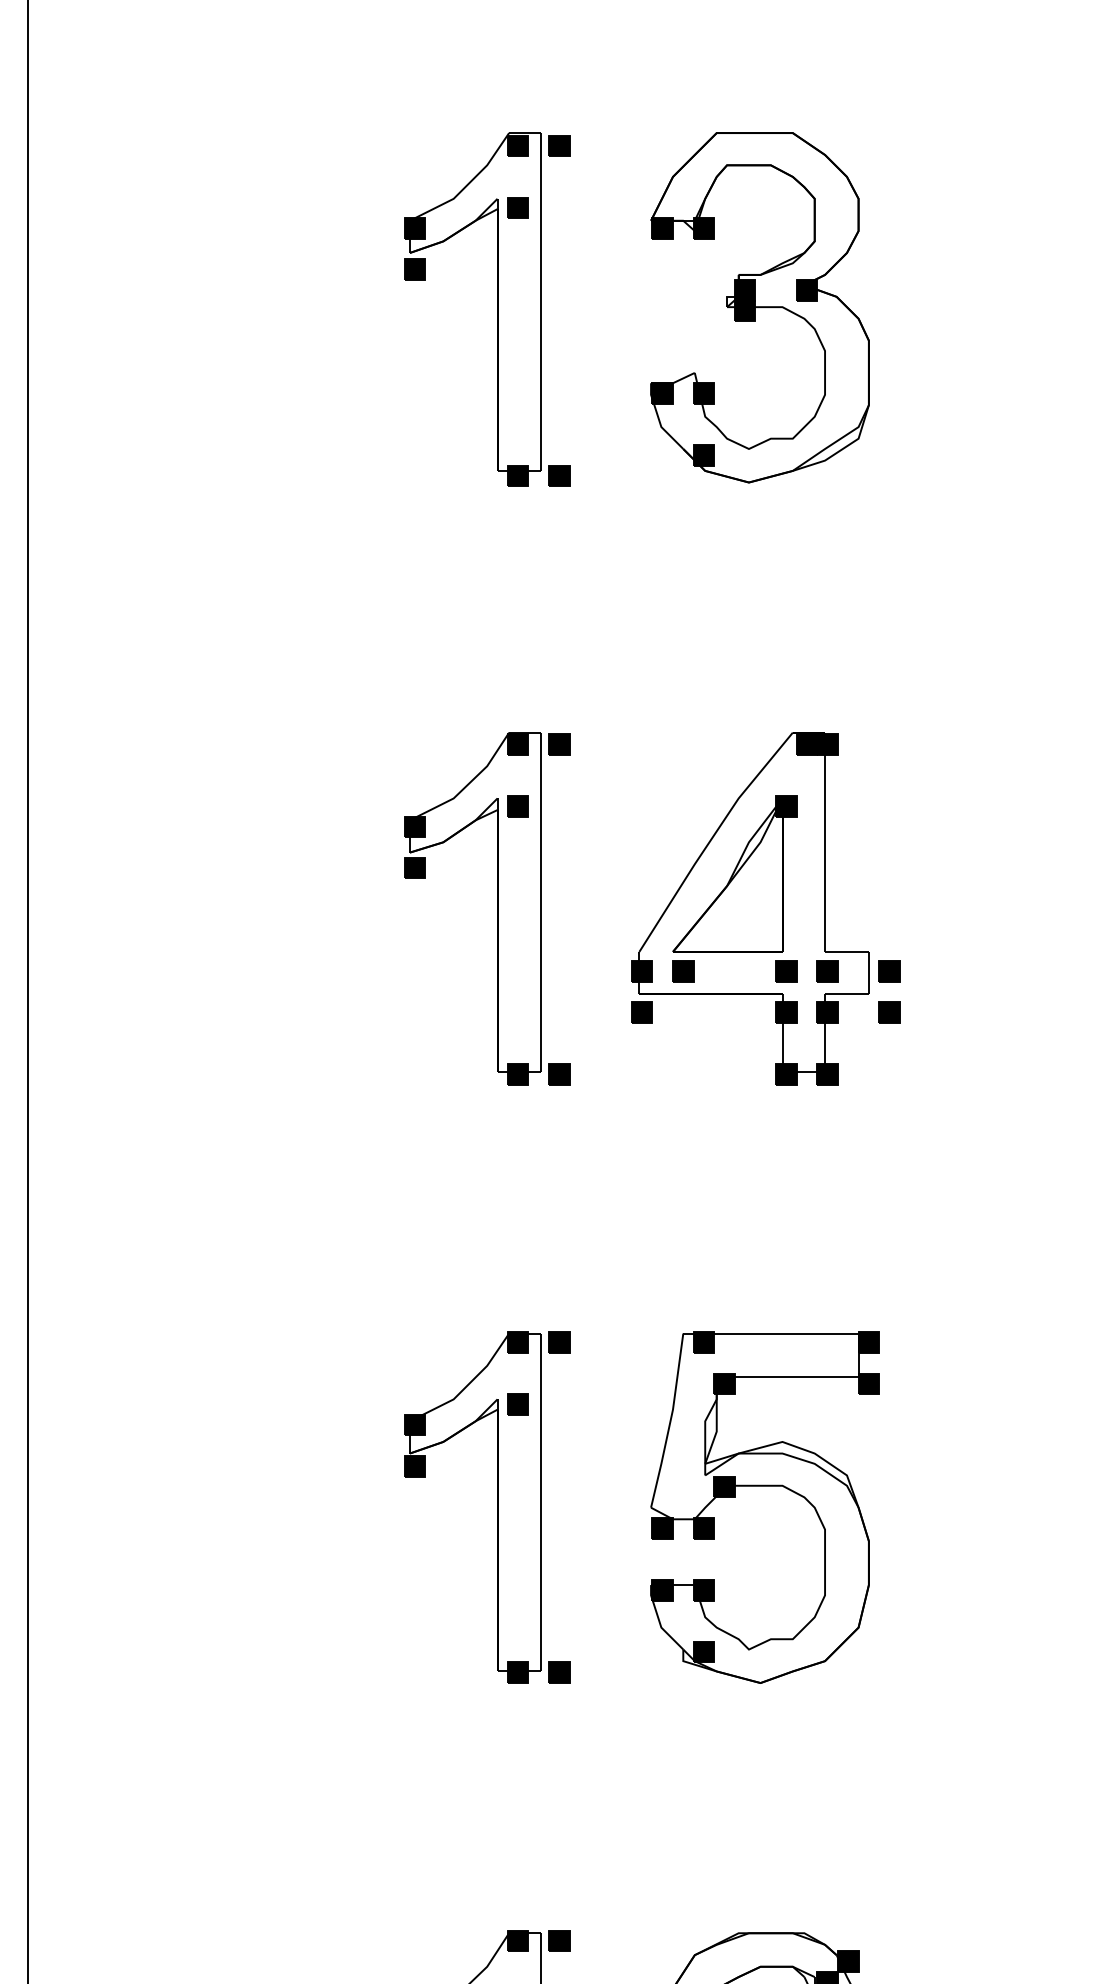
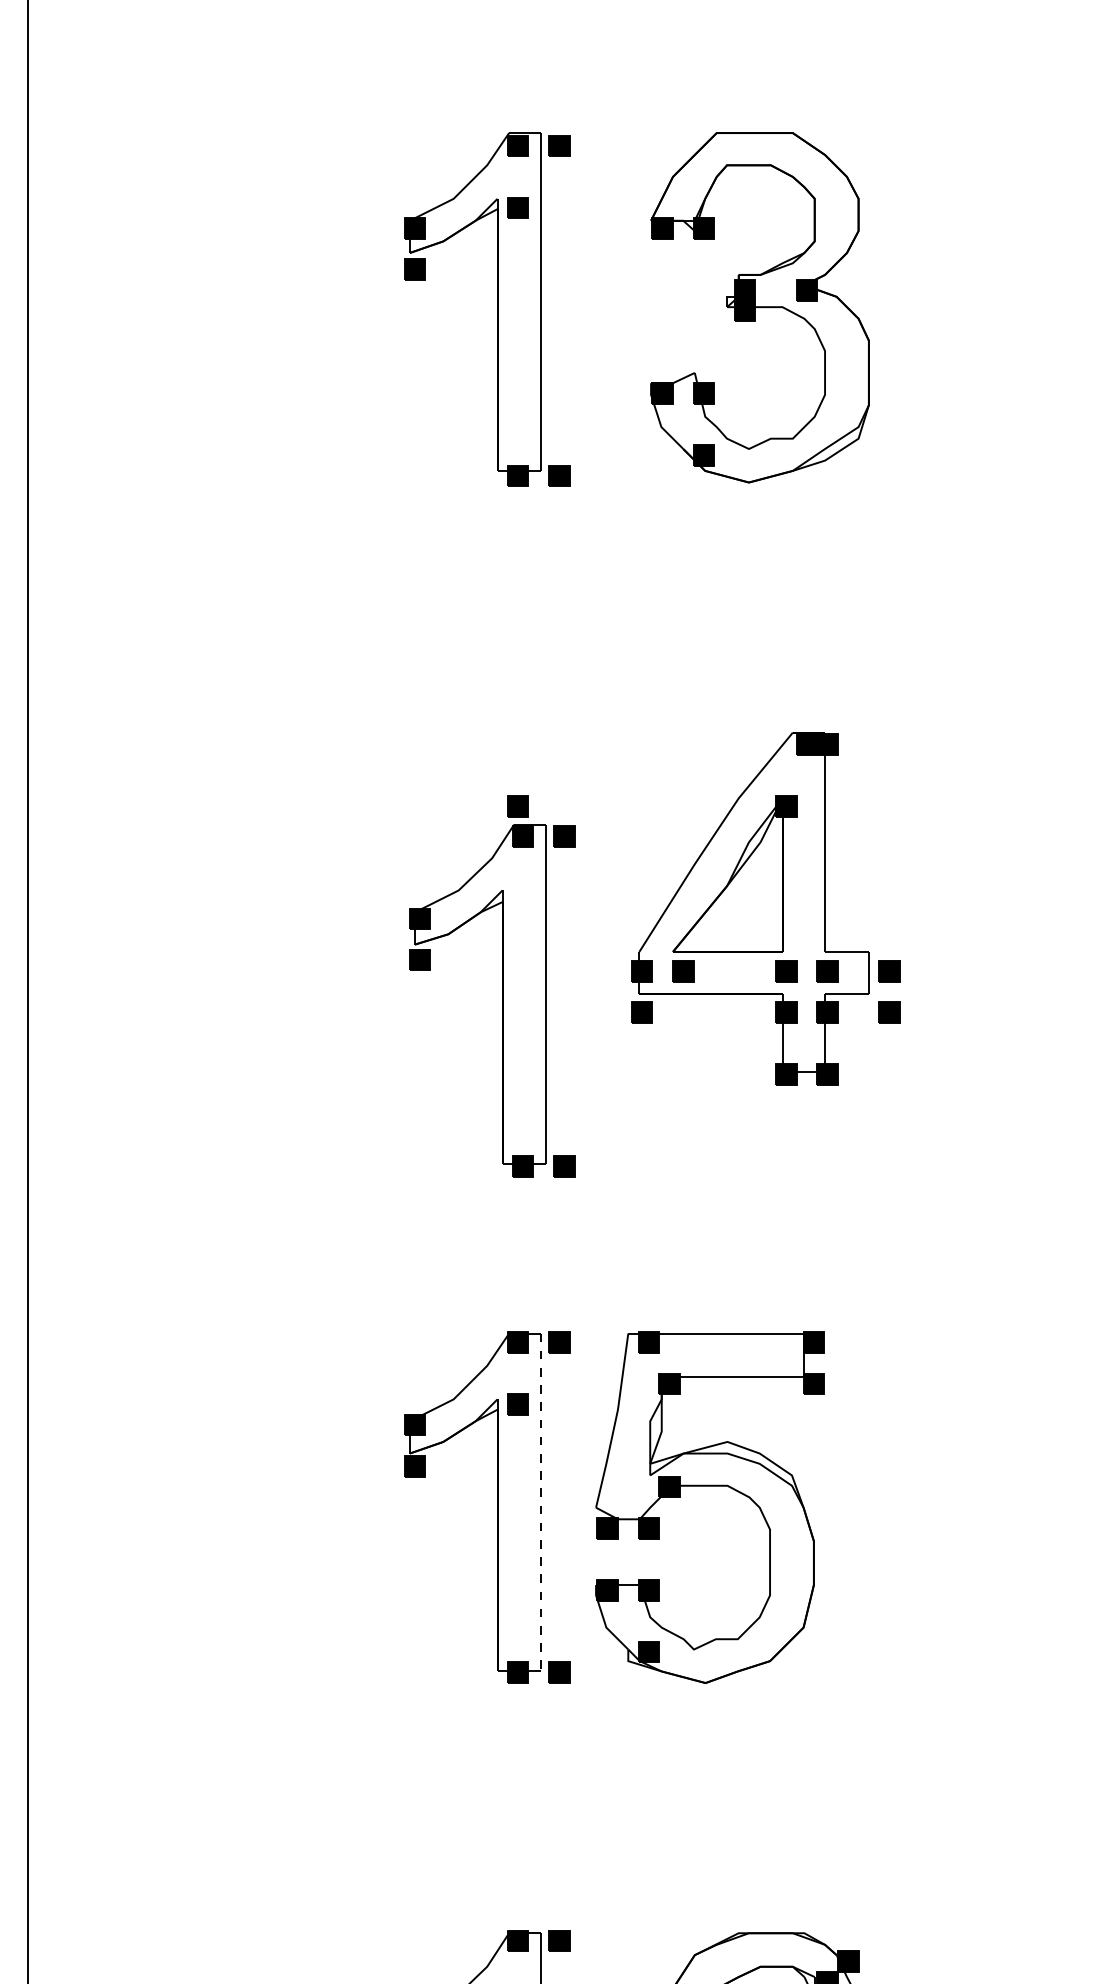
part at (497, 908) position: (497, 908) -> (502, 1000)
part at (764, 1486) position: (764, 1486) -> (709, 1486)
line at (541, 1502): solid -> dashed
